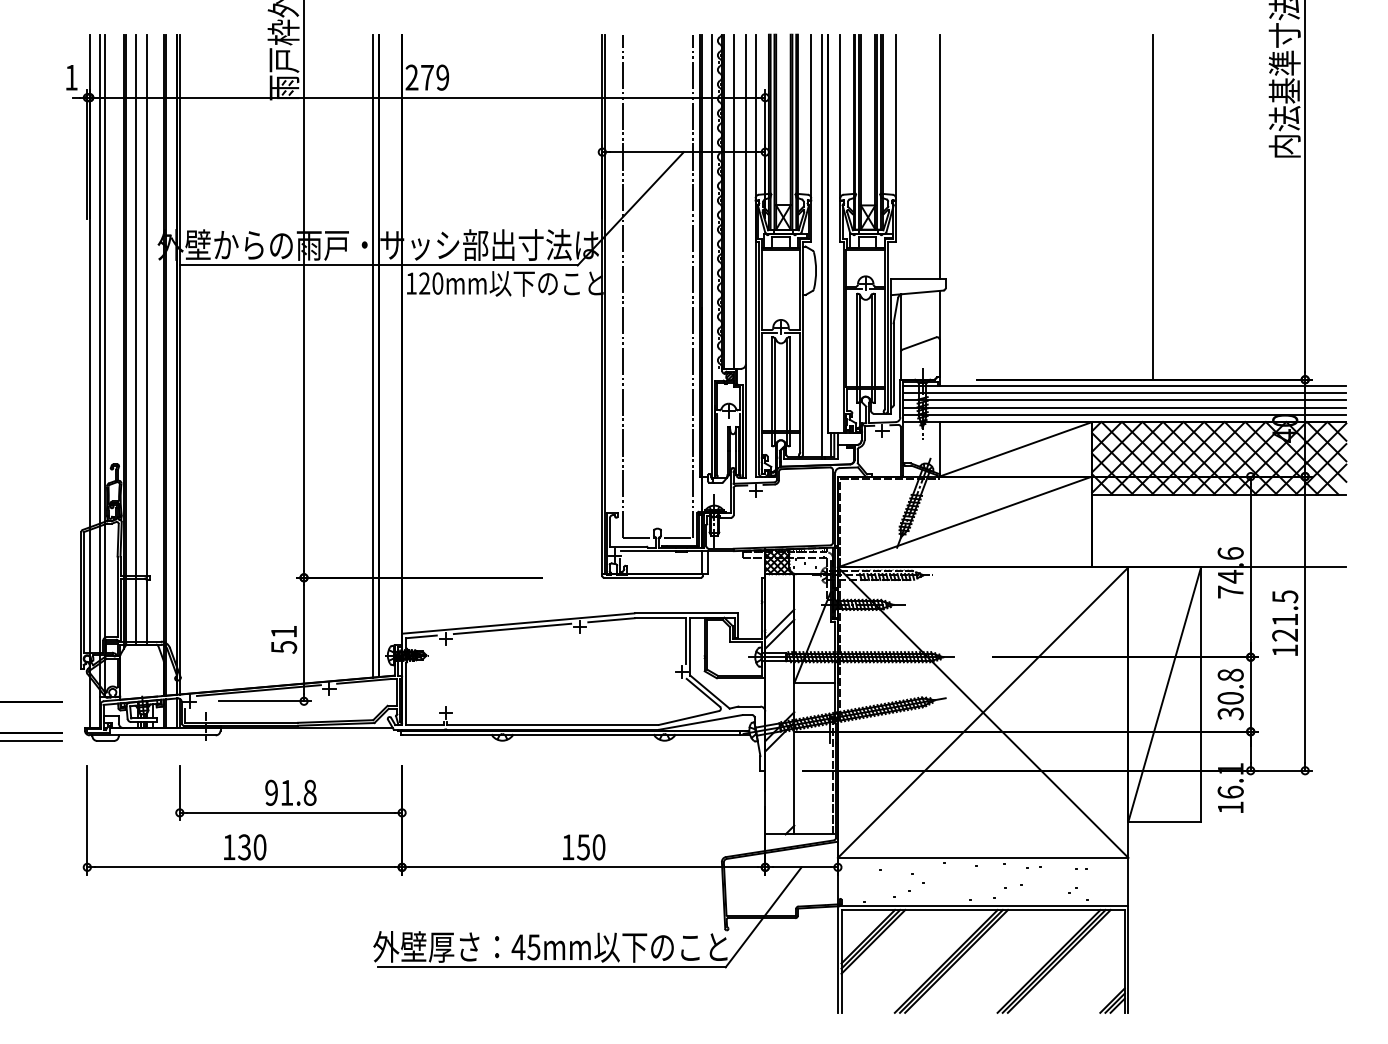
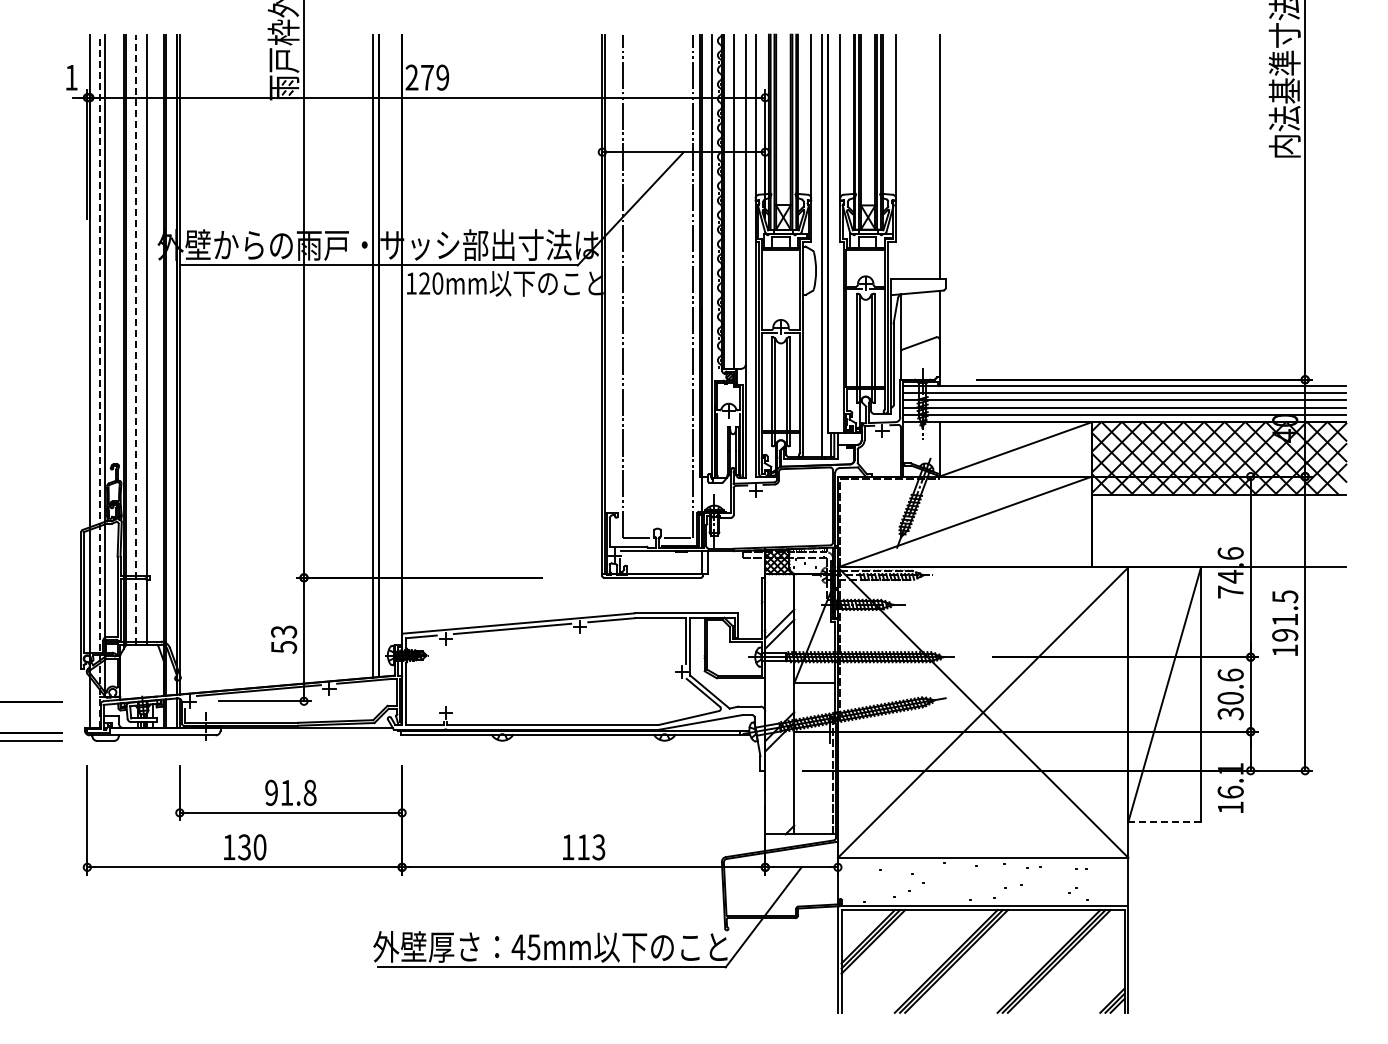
line at (1152, 206): present -> none
line at (136, 339): solid -> dashed
line at (99, 381): solid -> dashed
text at (284, 631): 51 -> 53
text at (1285, 635): 121.5 -> 191.5
text at (1230, 674): 30.8 -> 30.6
line at (1165, 821): solid -> dashed
text at (591, 847): 150 -> 113
